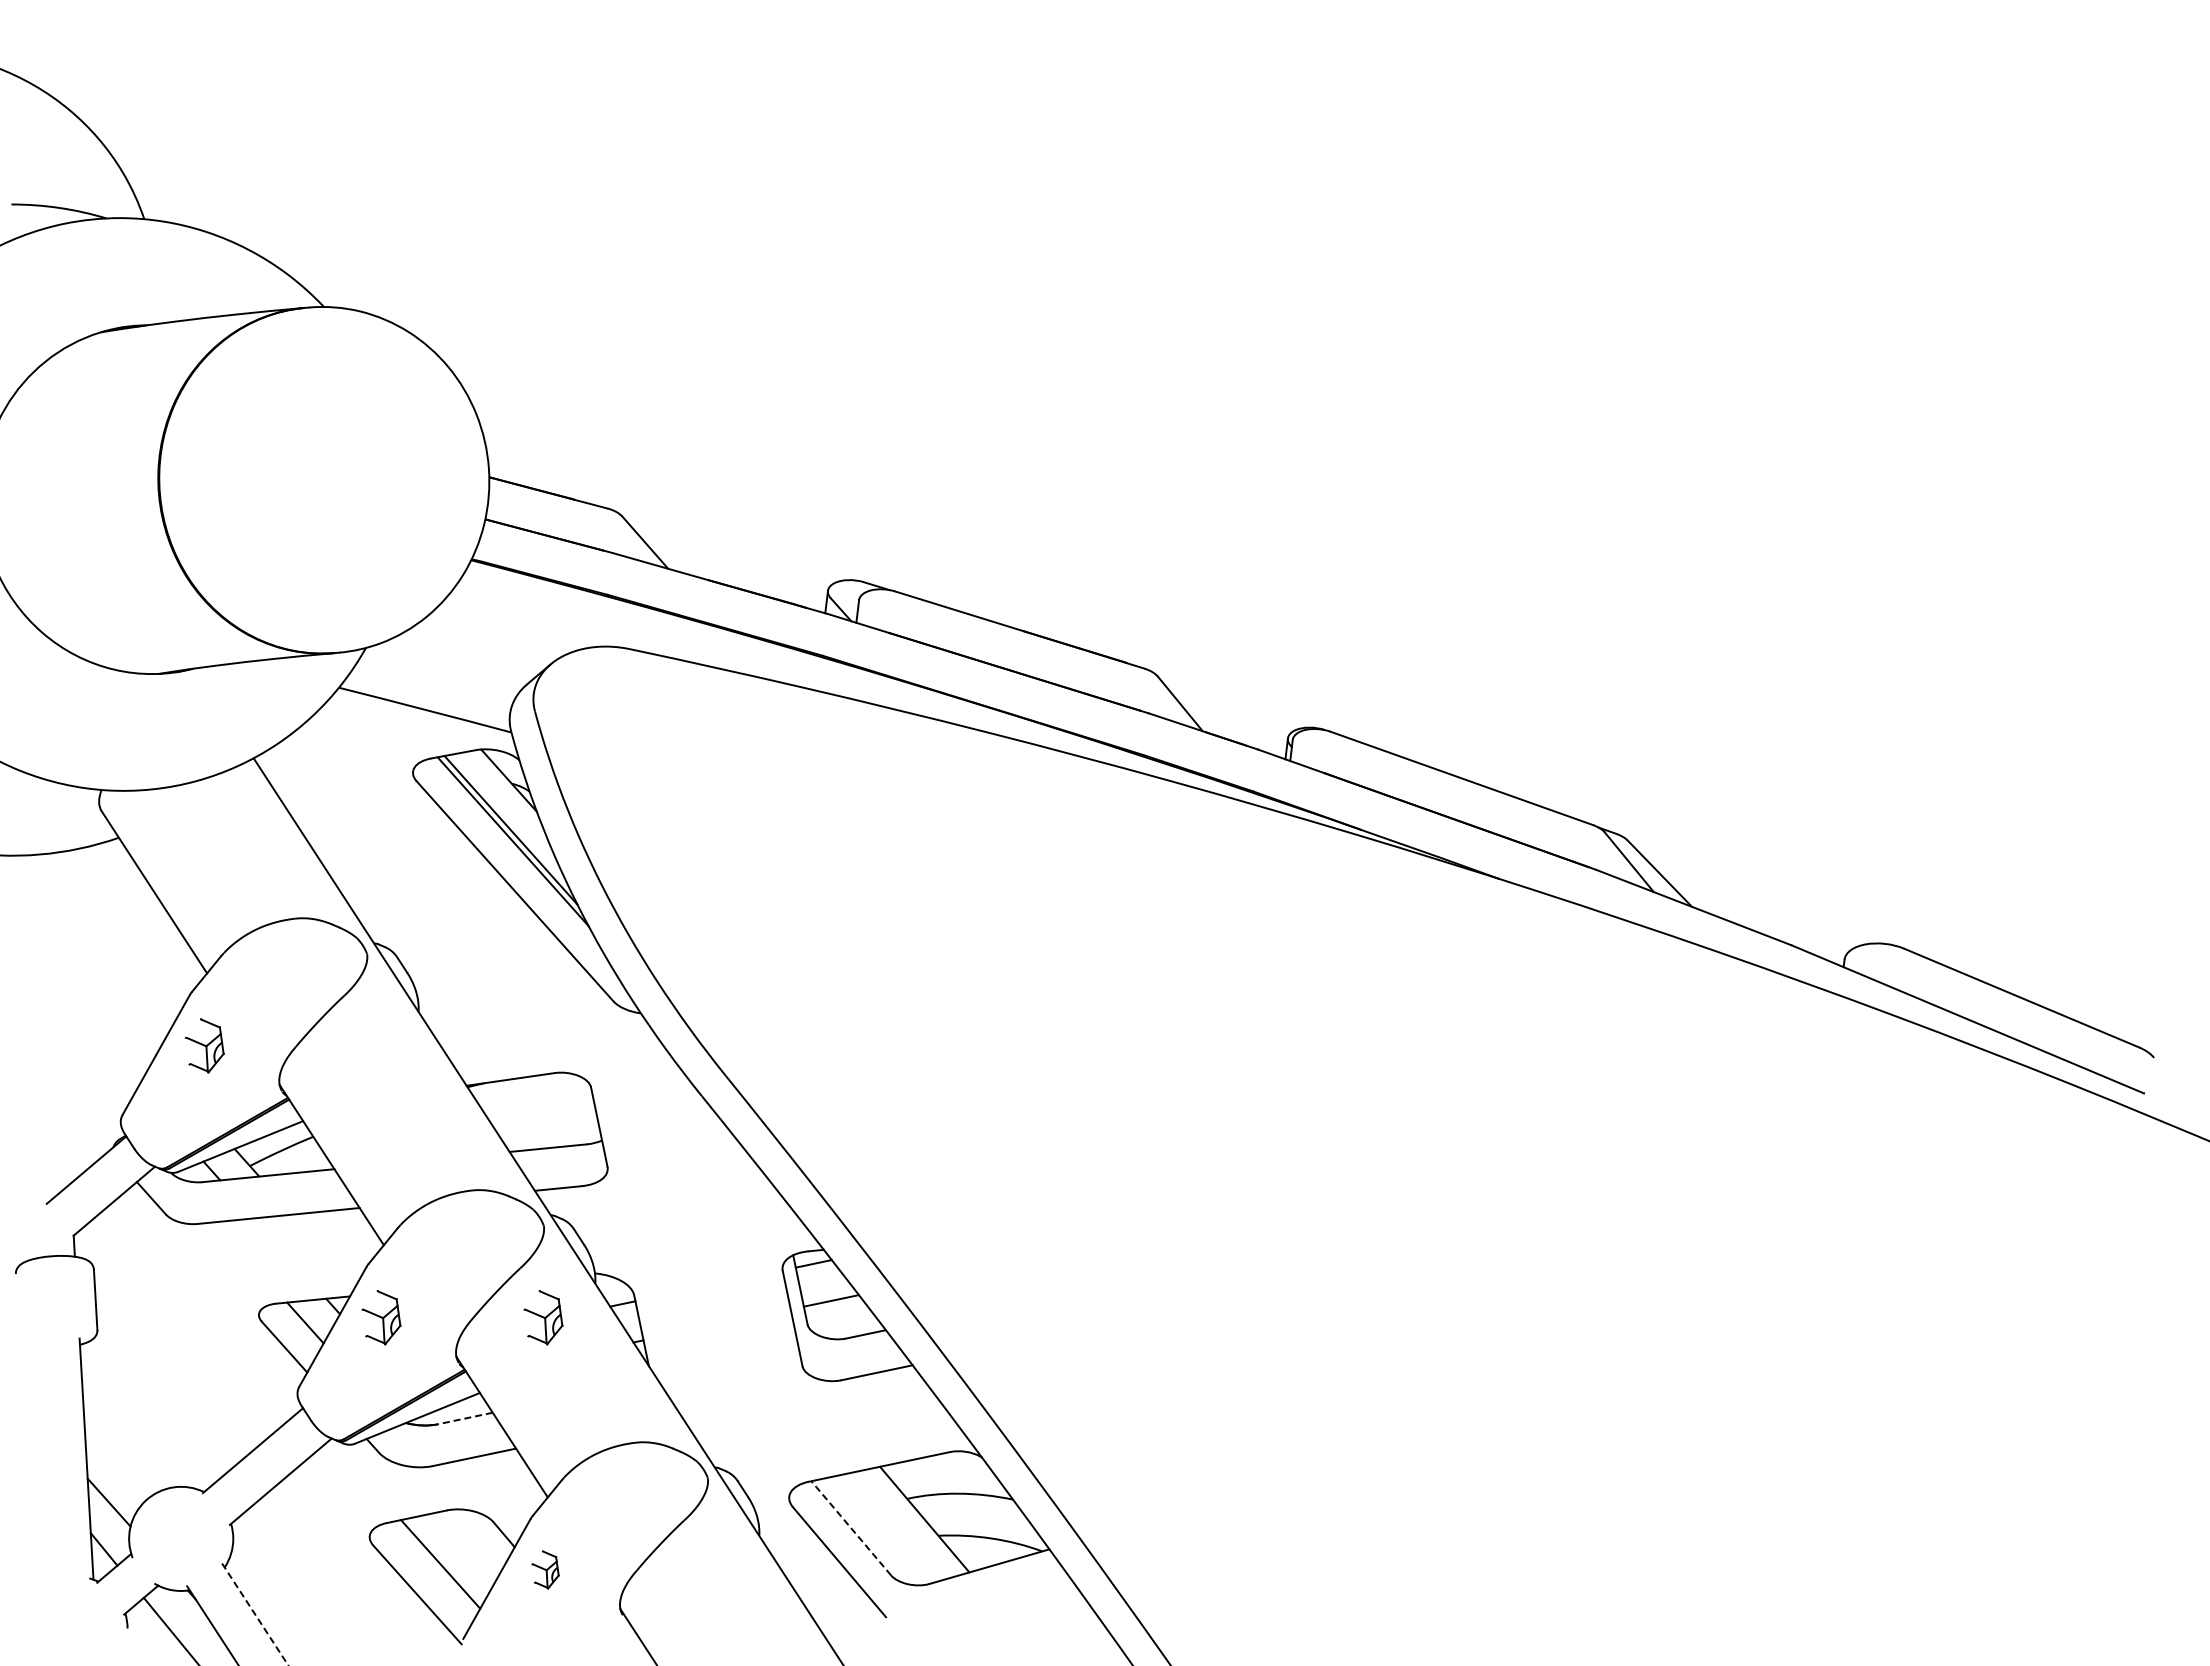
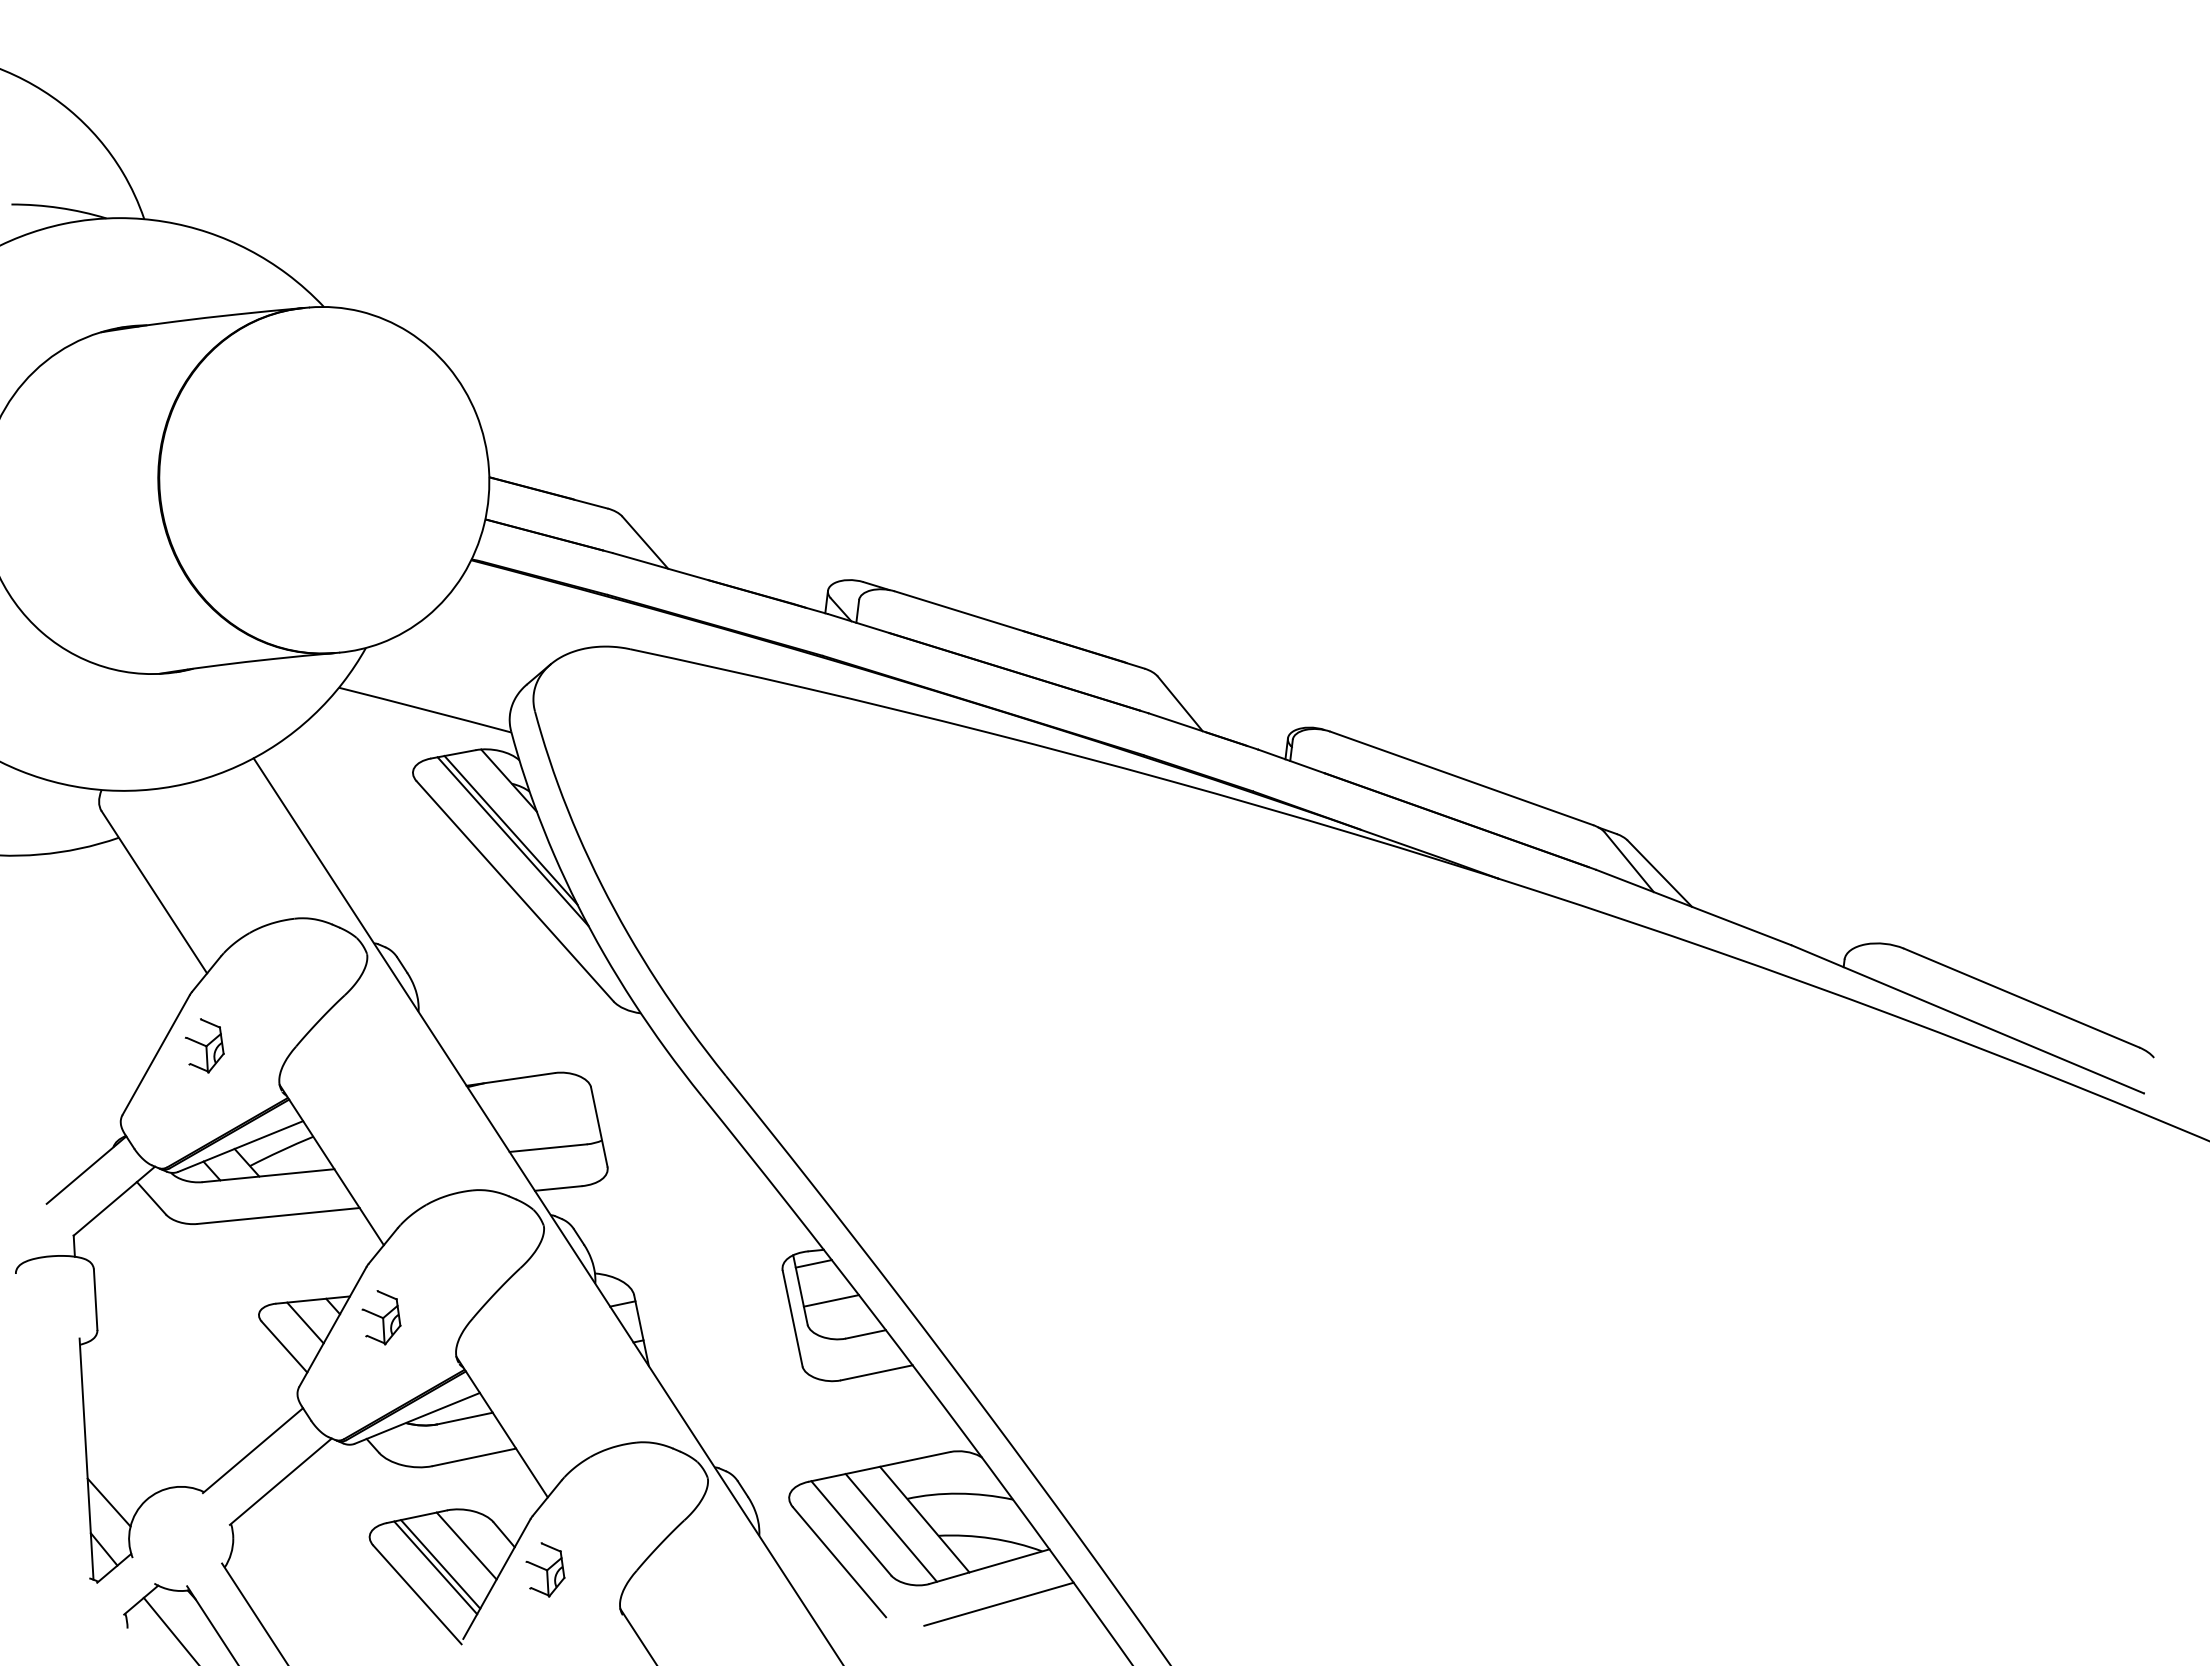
part at (543, 1317): present -> none
line at (464, 1418): dashed -> solid
line at (890, 1527): none -> present
line at (851, 1528): dashed -> solid
line at (466, 1545): none -> present
line at (435, 1567): none -> present
part at (545, 1569) size: 29x40 px -> 41x56 px
line at (998, 1603): none -> present
line at (255, 1614): dashed -> solid
